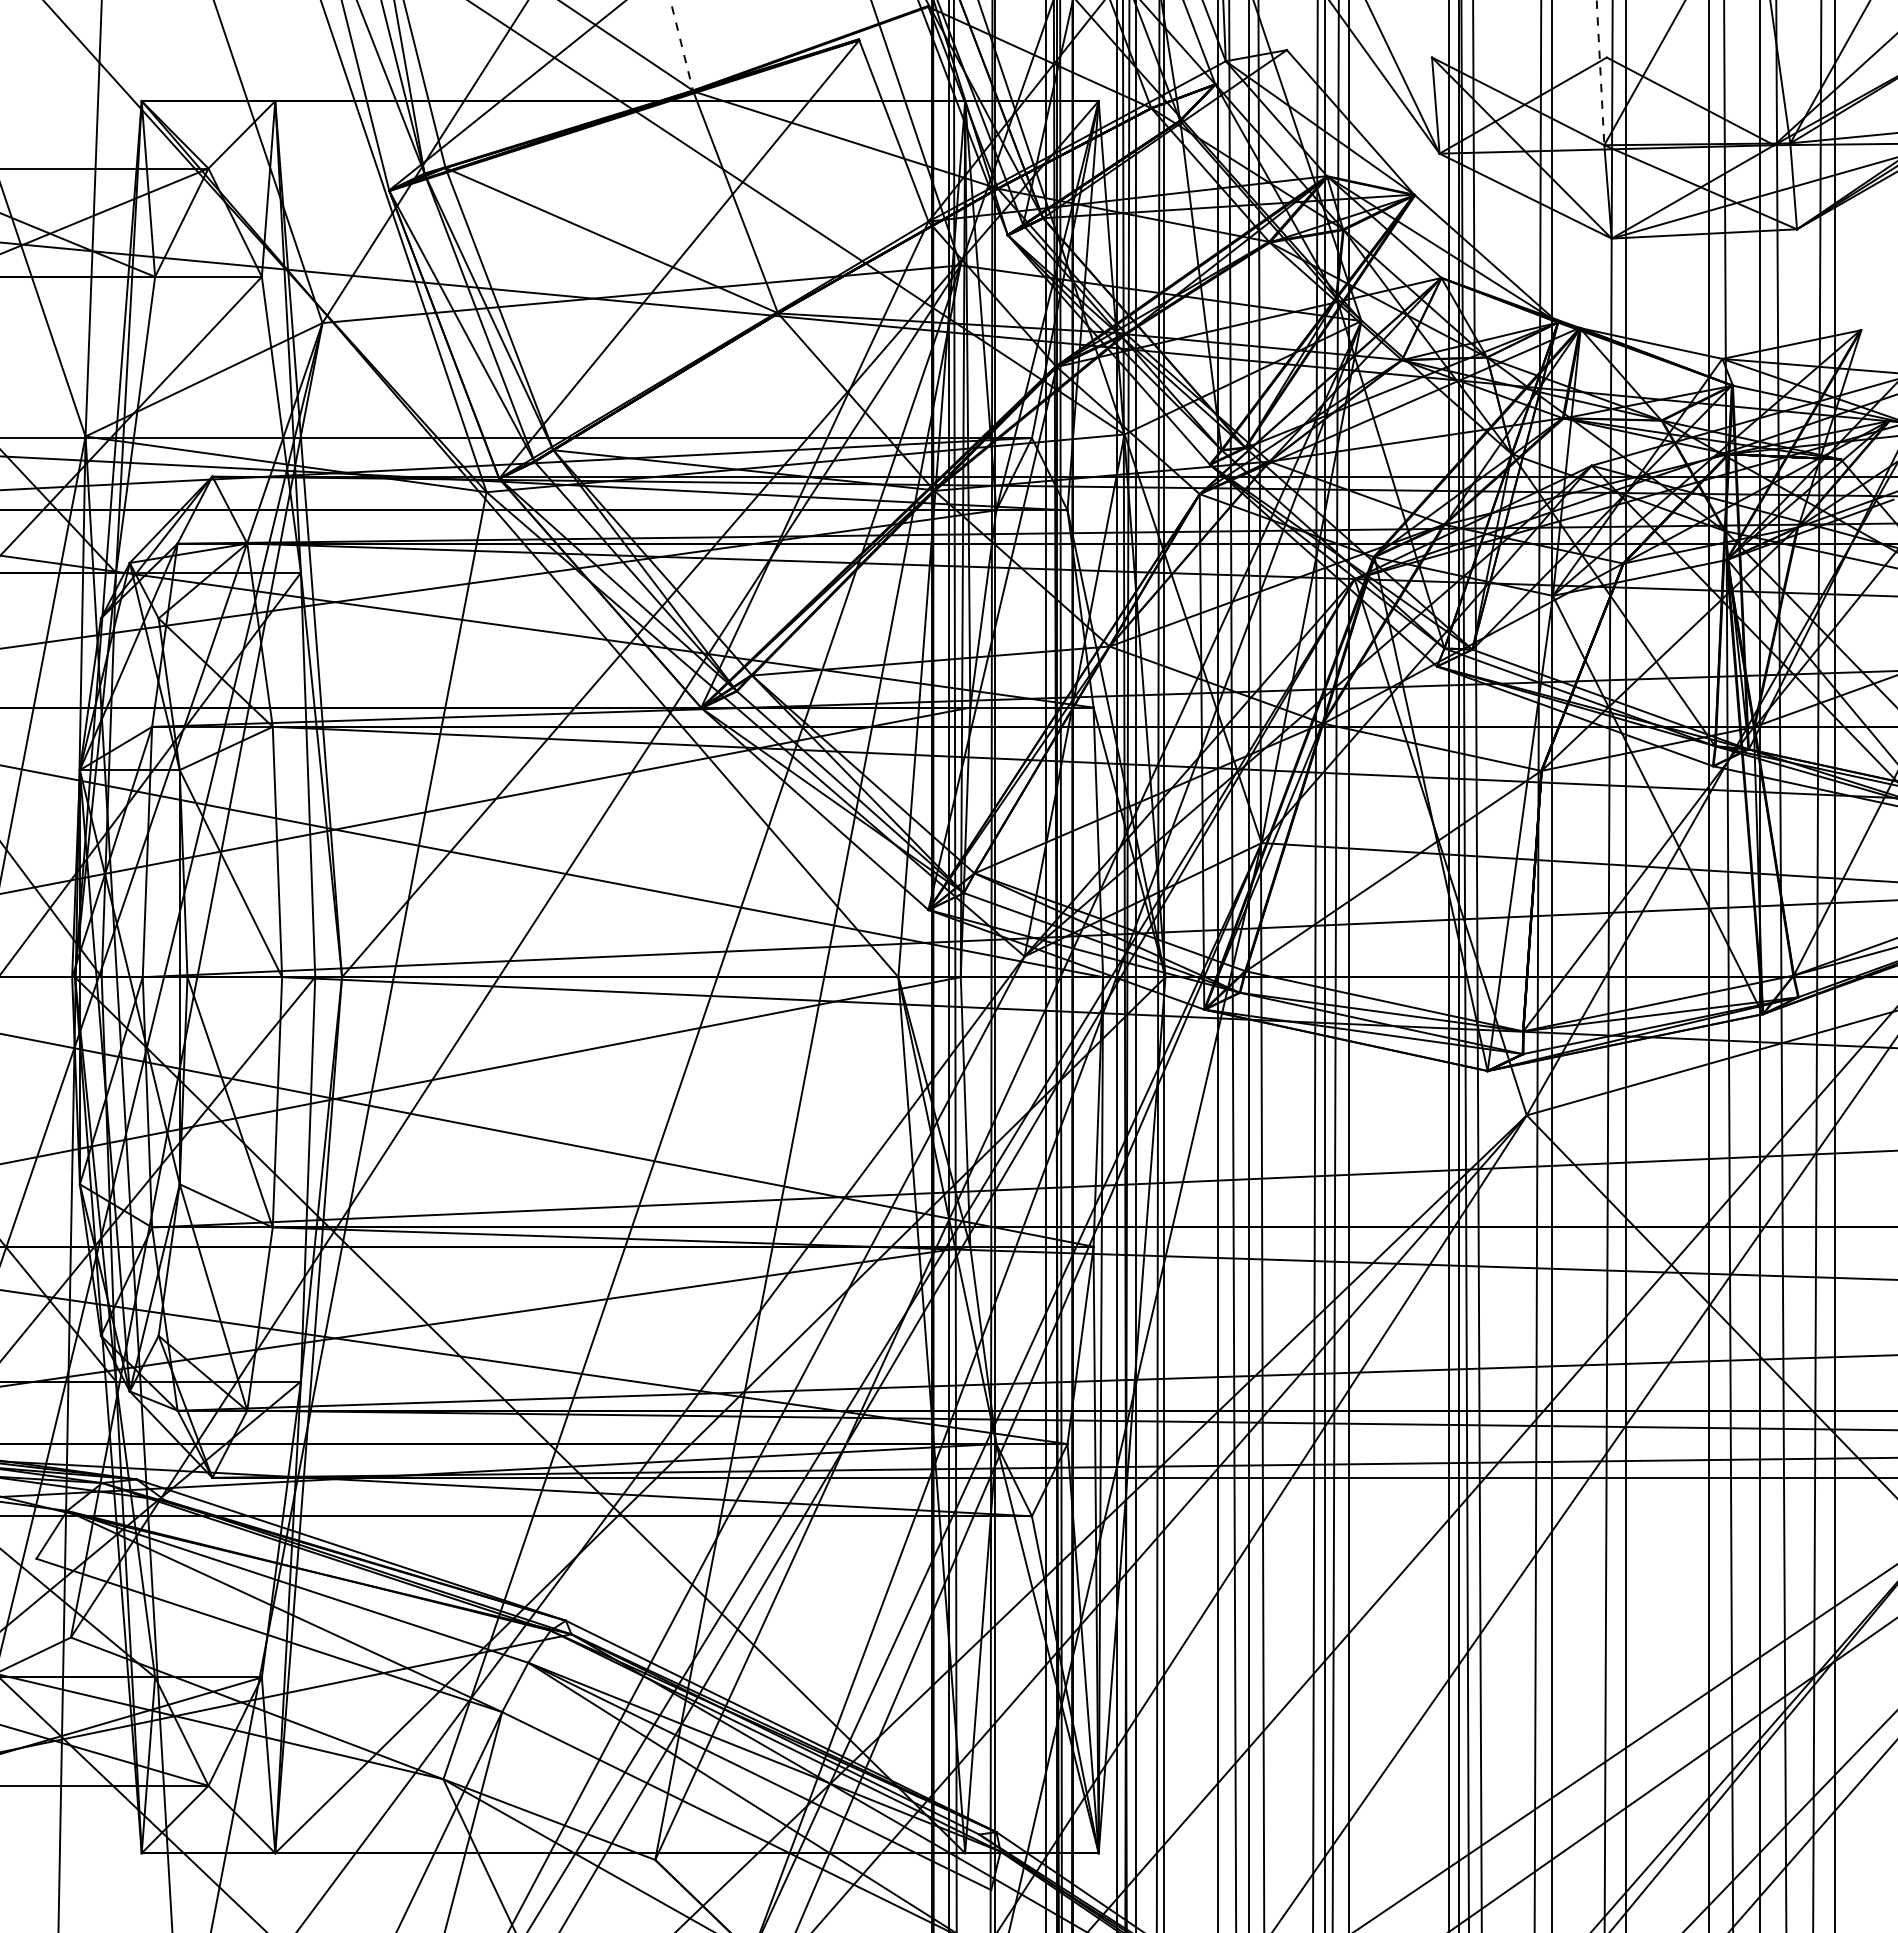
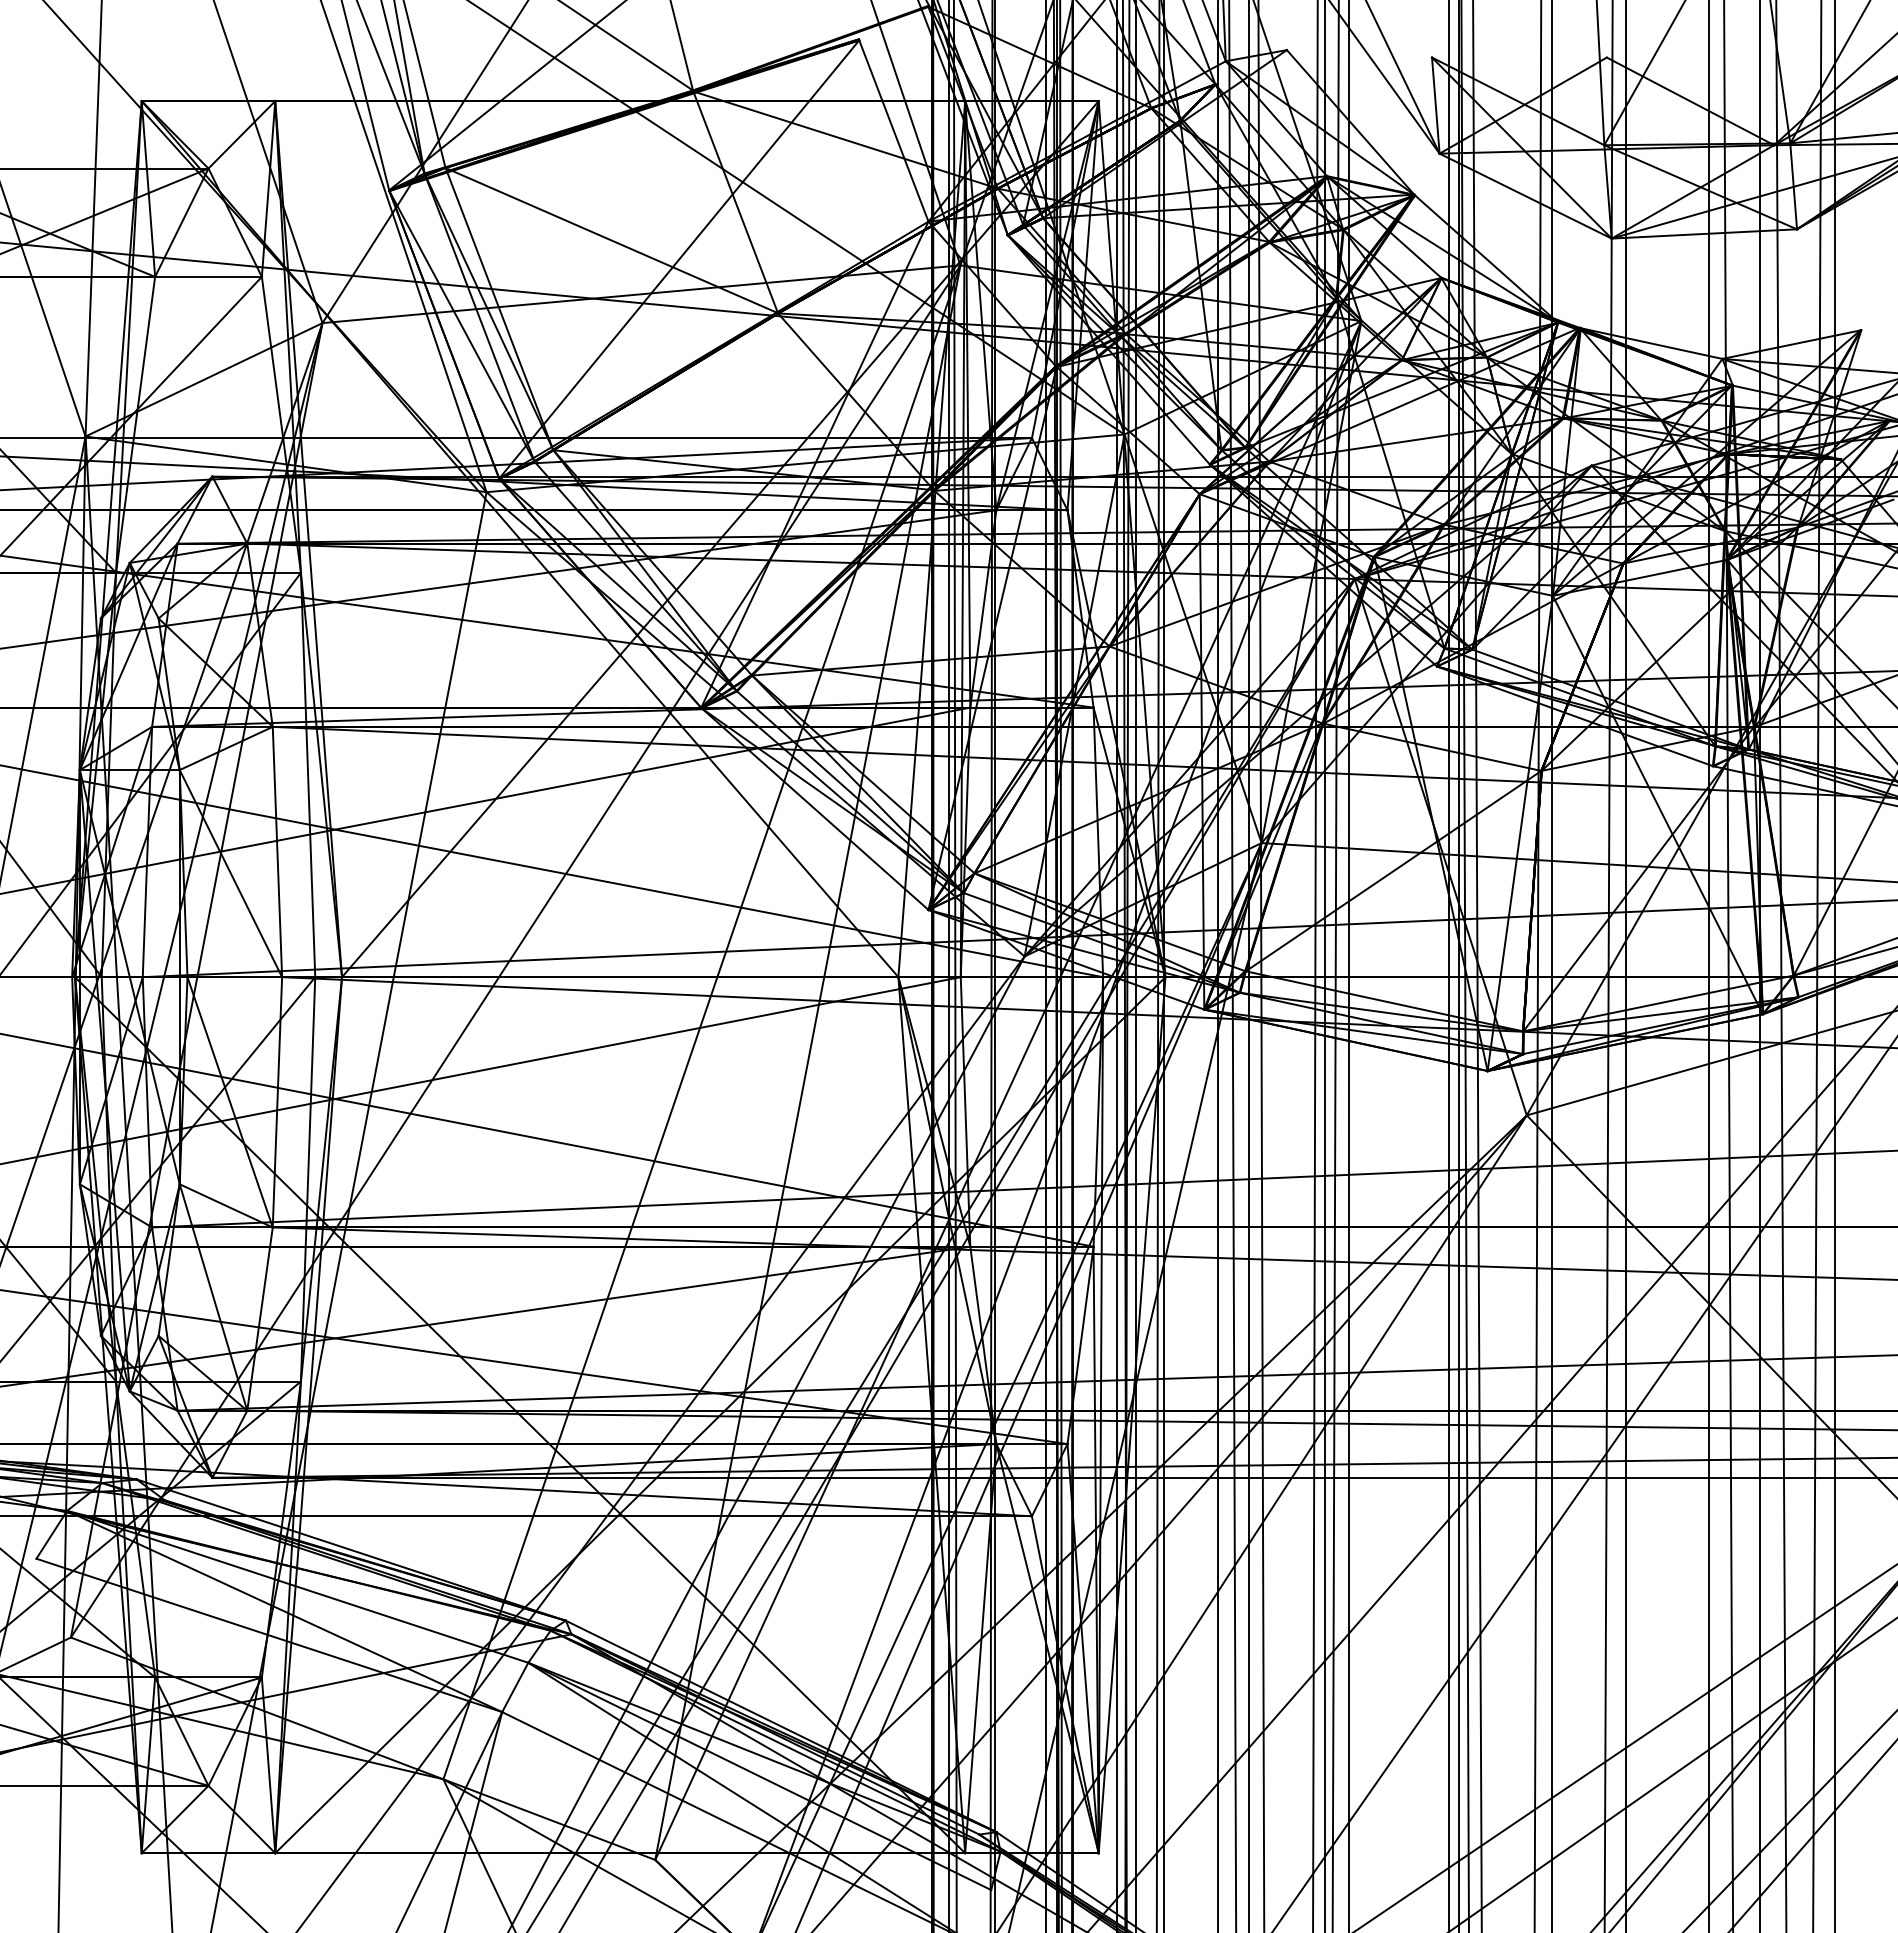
line at (681, 45): dashed -> solid
line at (1600, 73): dashed -> solid
